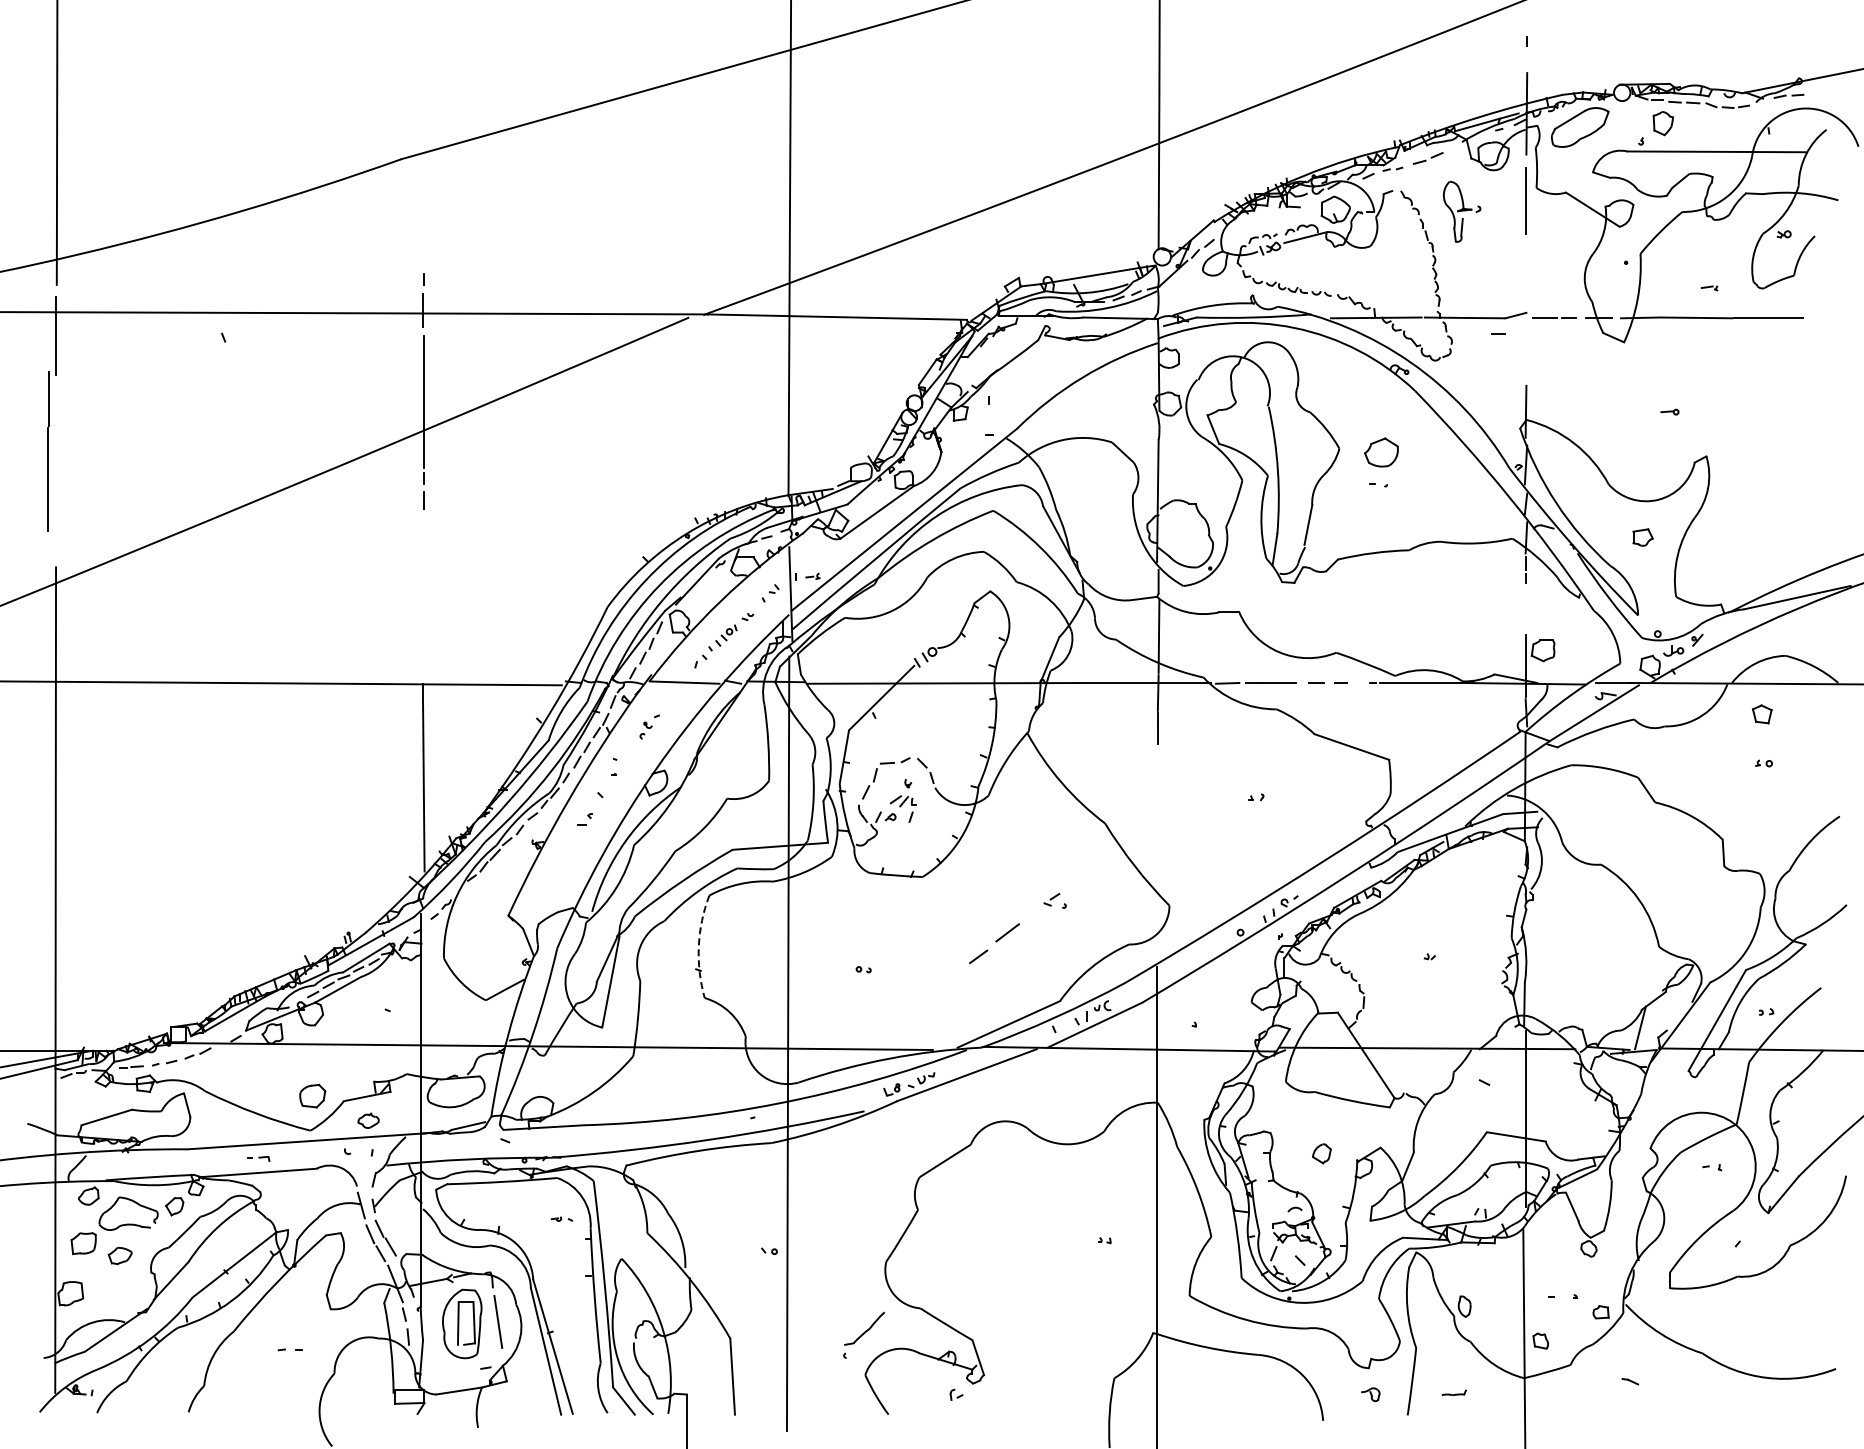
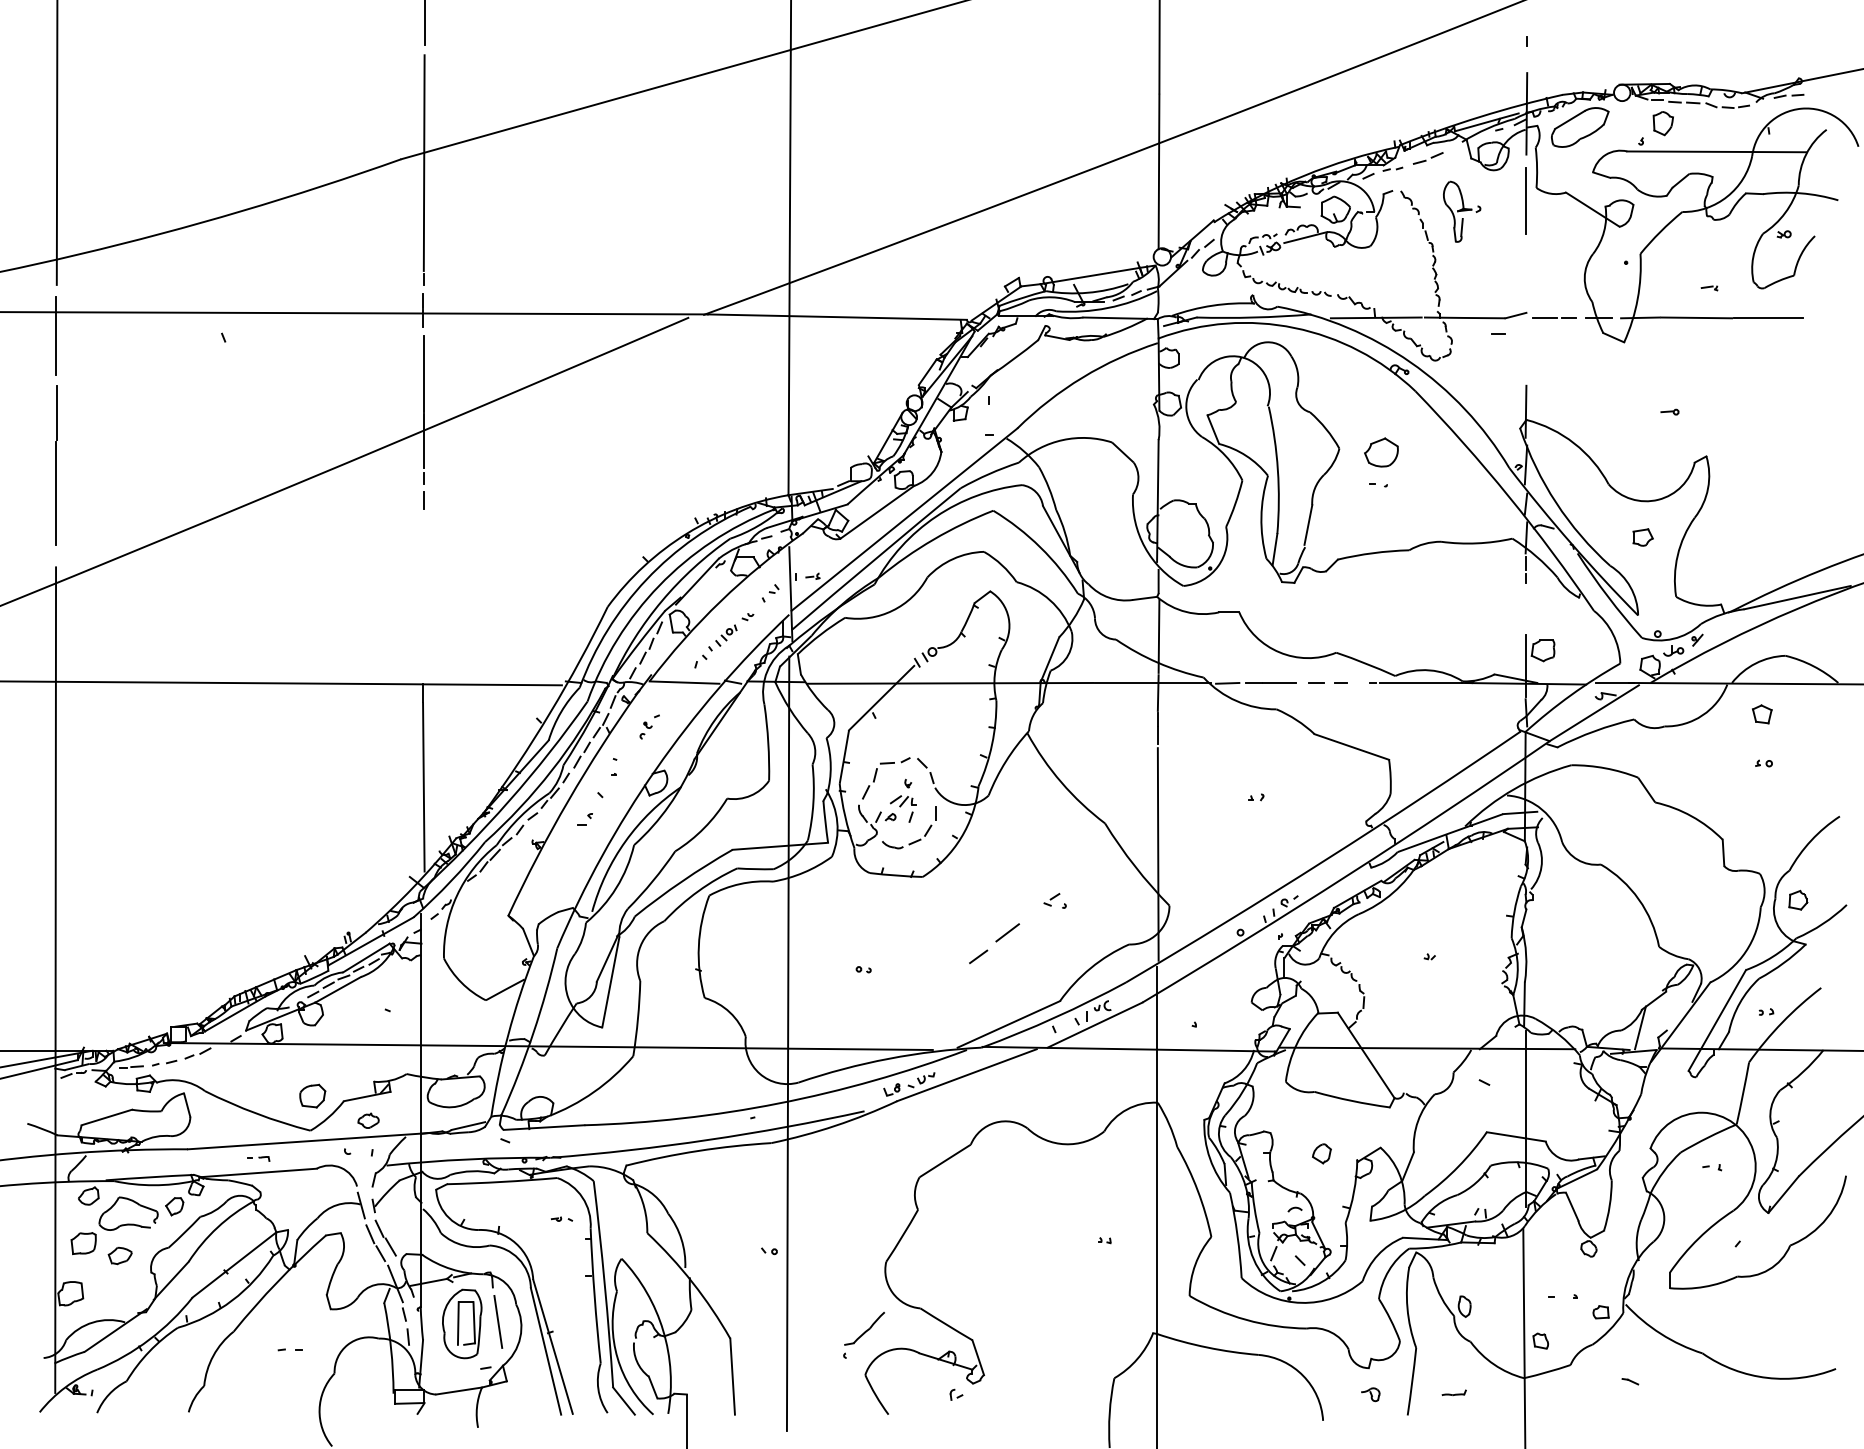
line at (424, 23): none -> present
line at (423, 162): none -> present
line at (48, 451) position: (48, 451) -> (56, 465)
part at (915, 840): none -> present
line at (1157, 854): none -> present
part at (1798, 899): none -> present
arc at (698, 946): dashed -> solid
